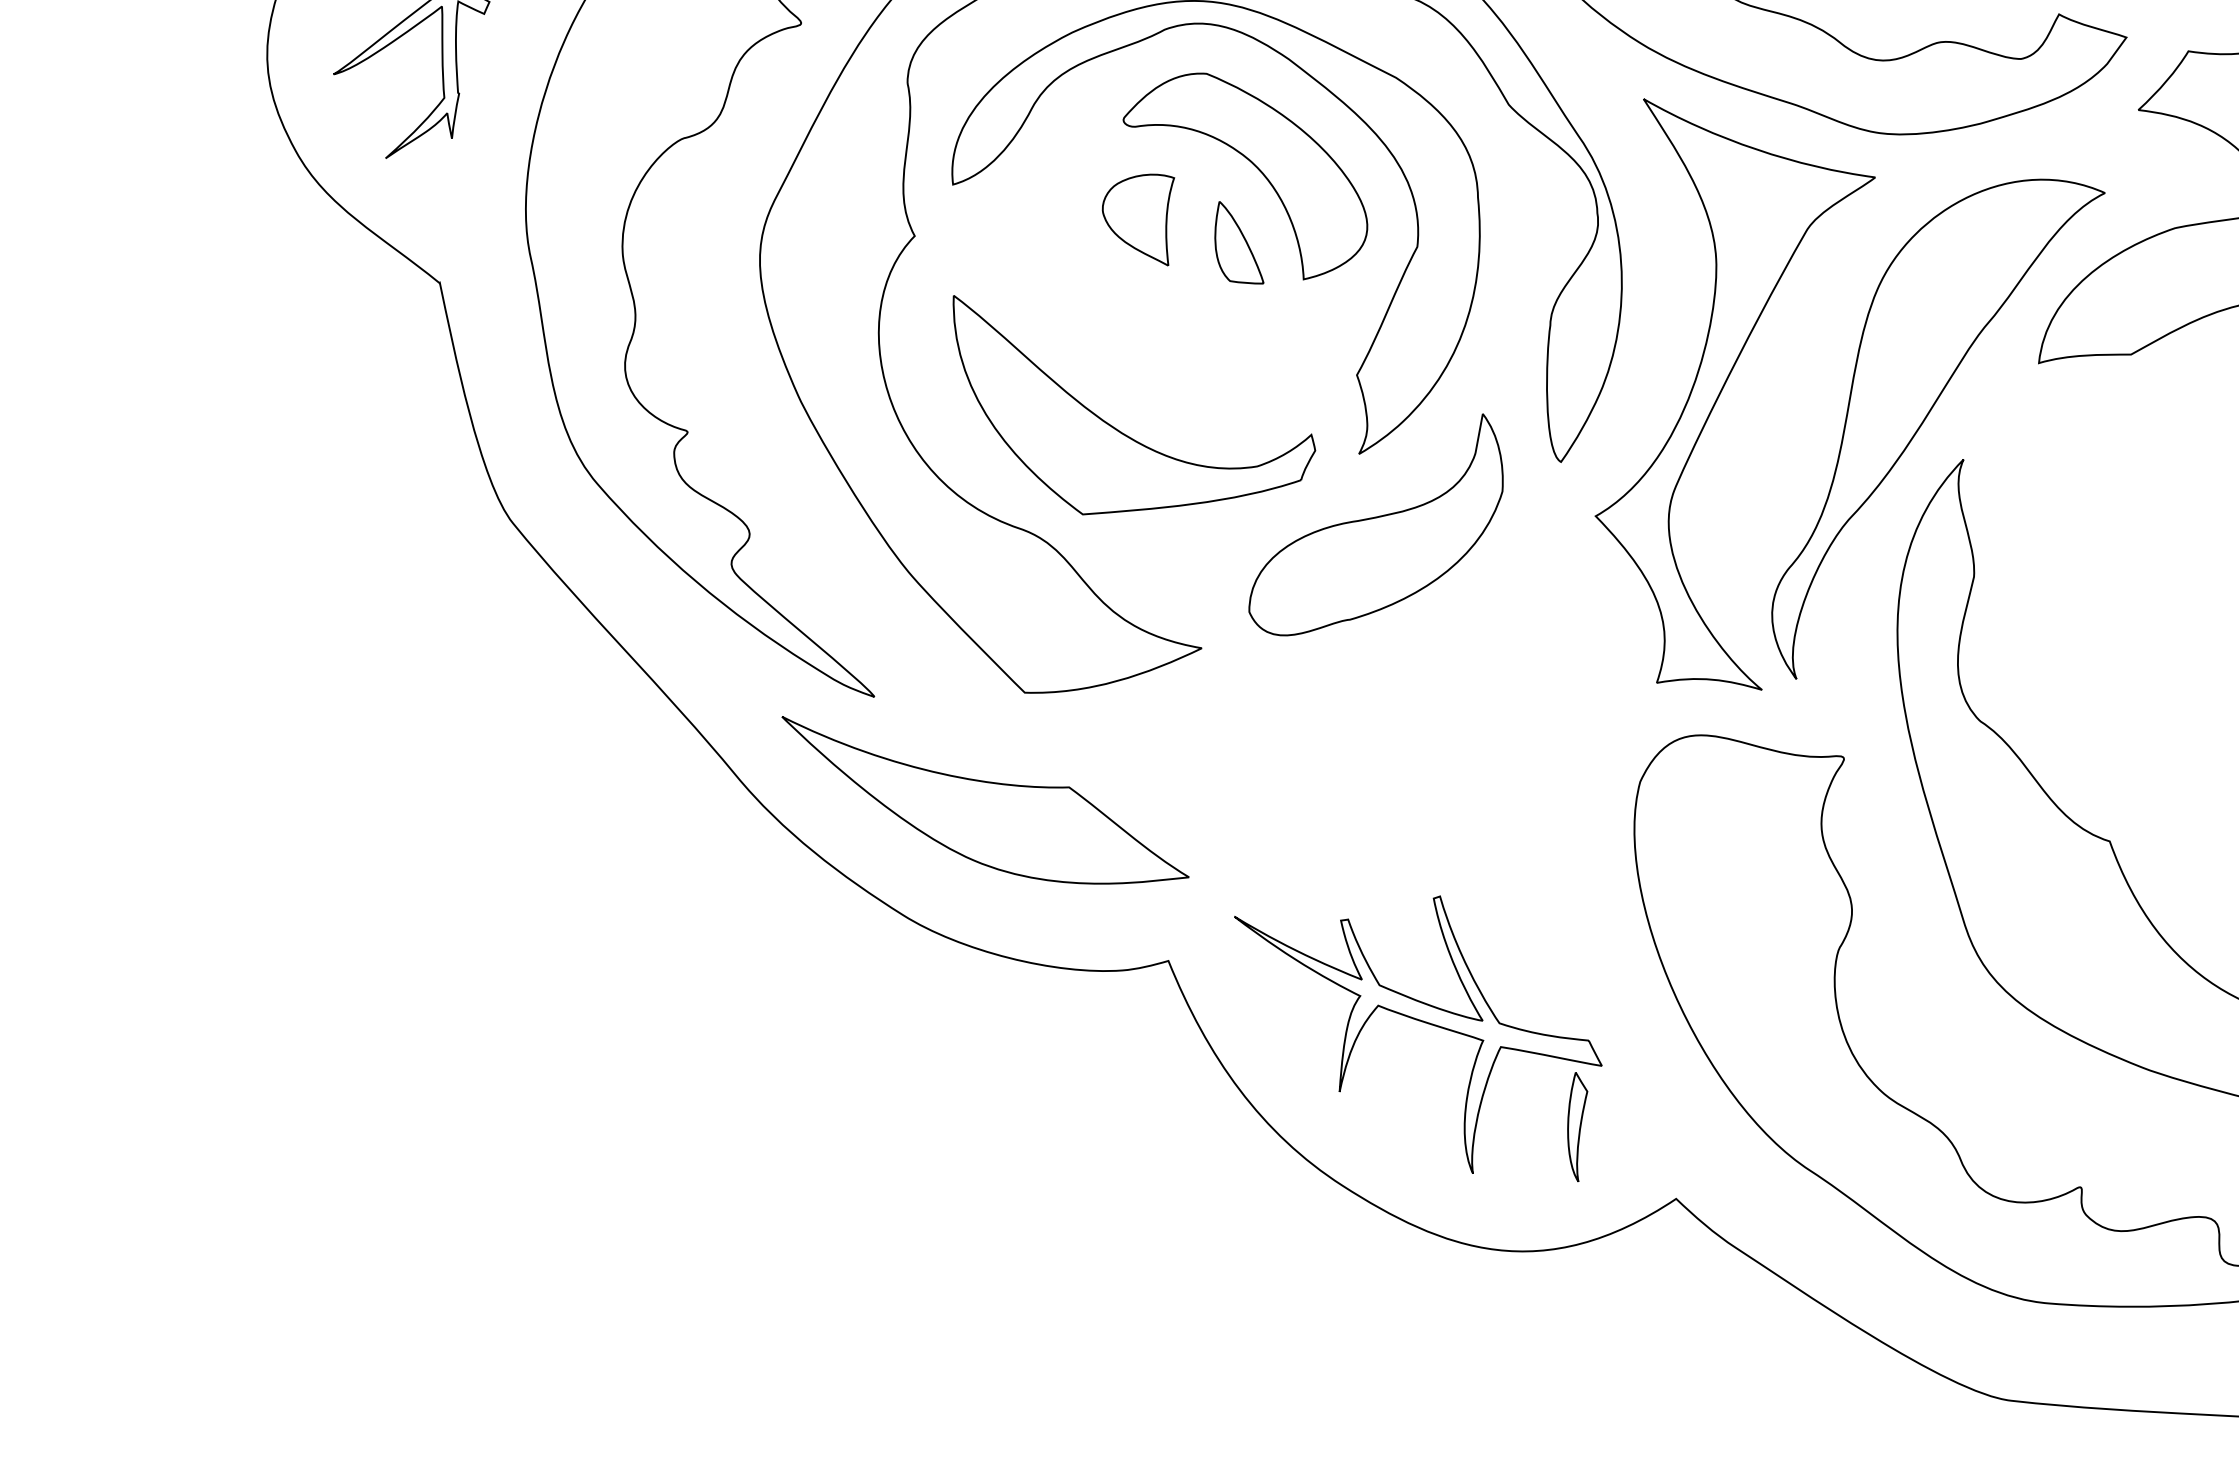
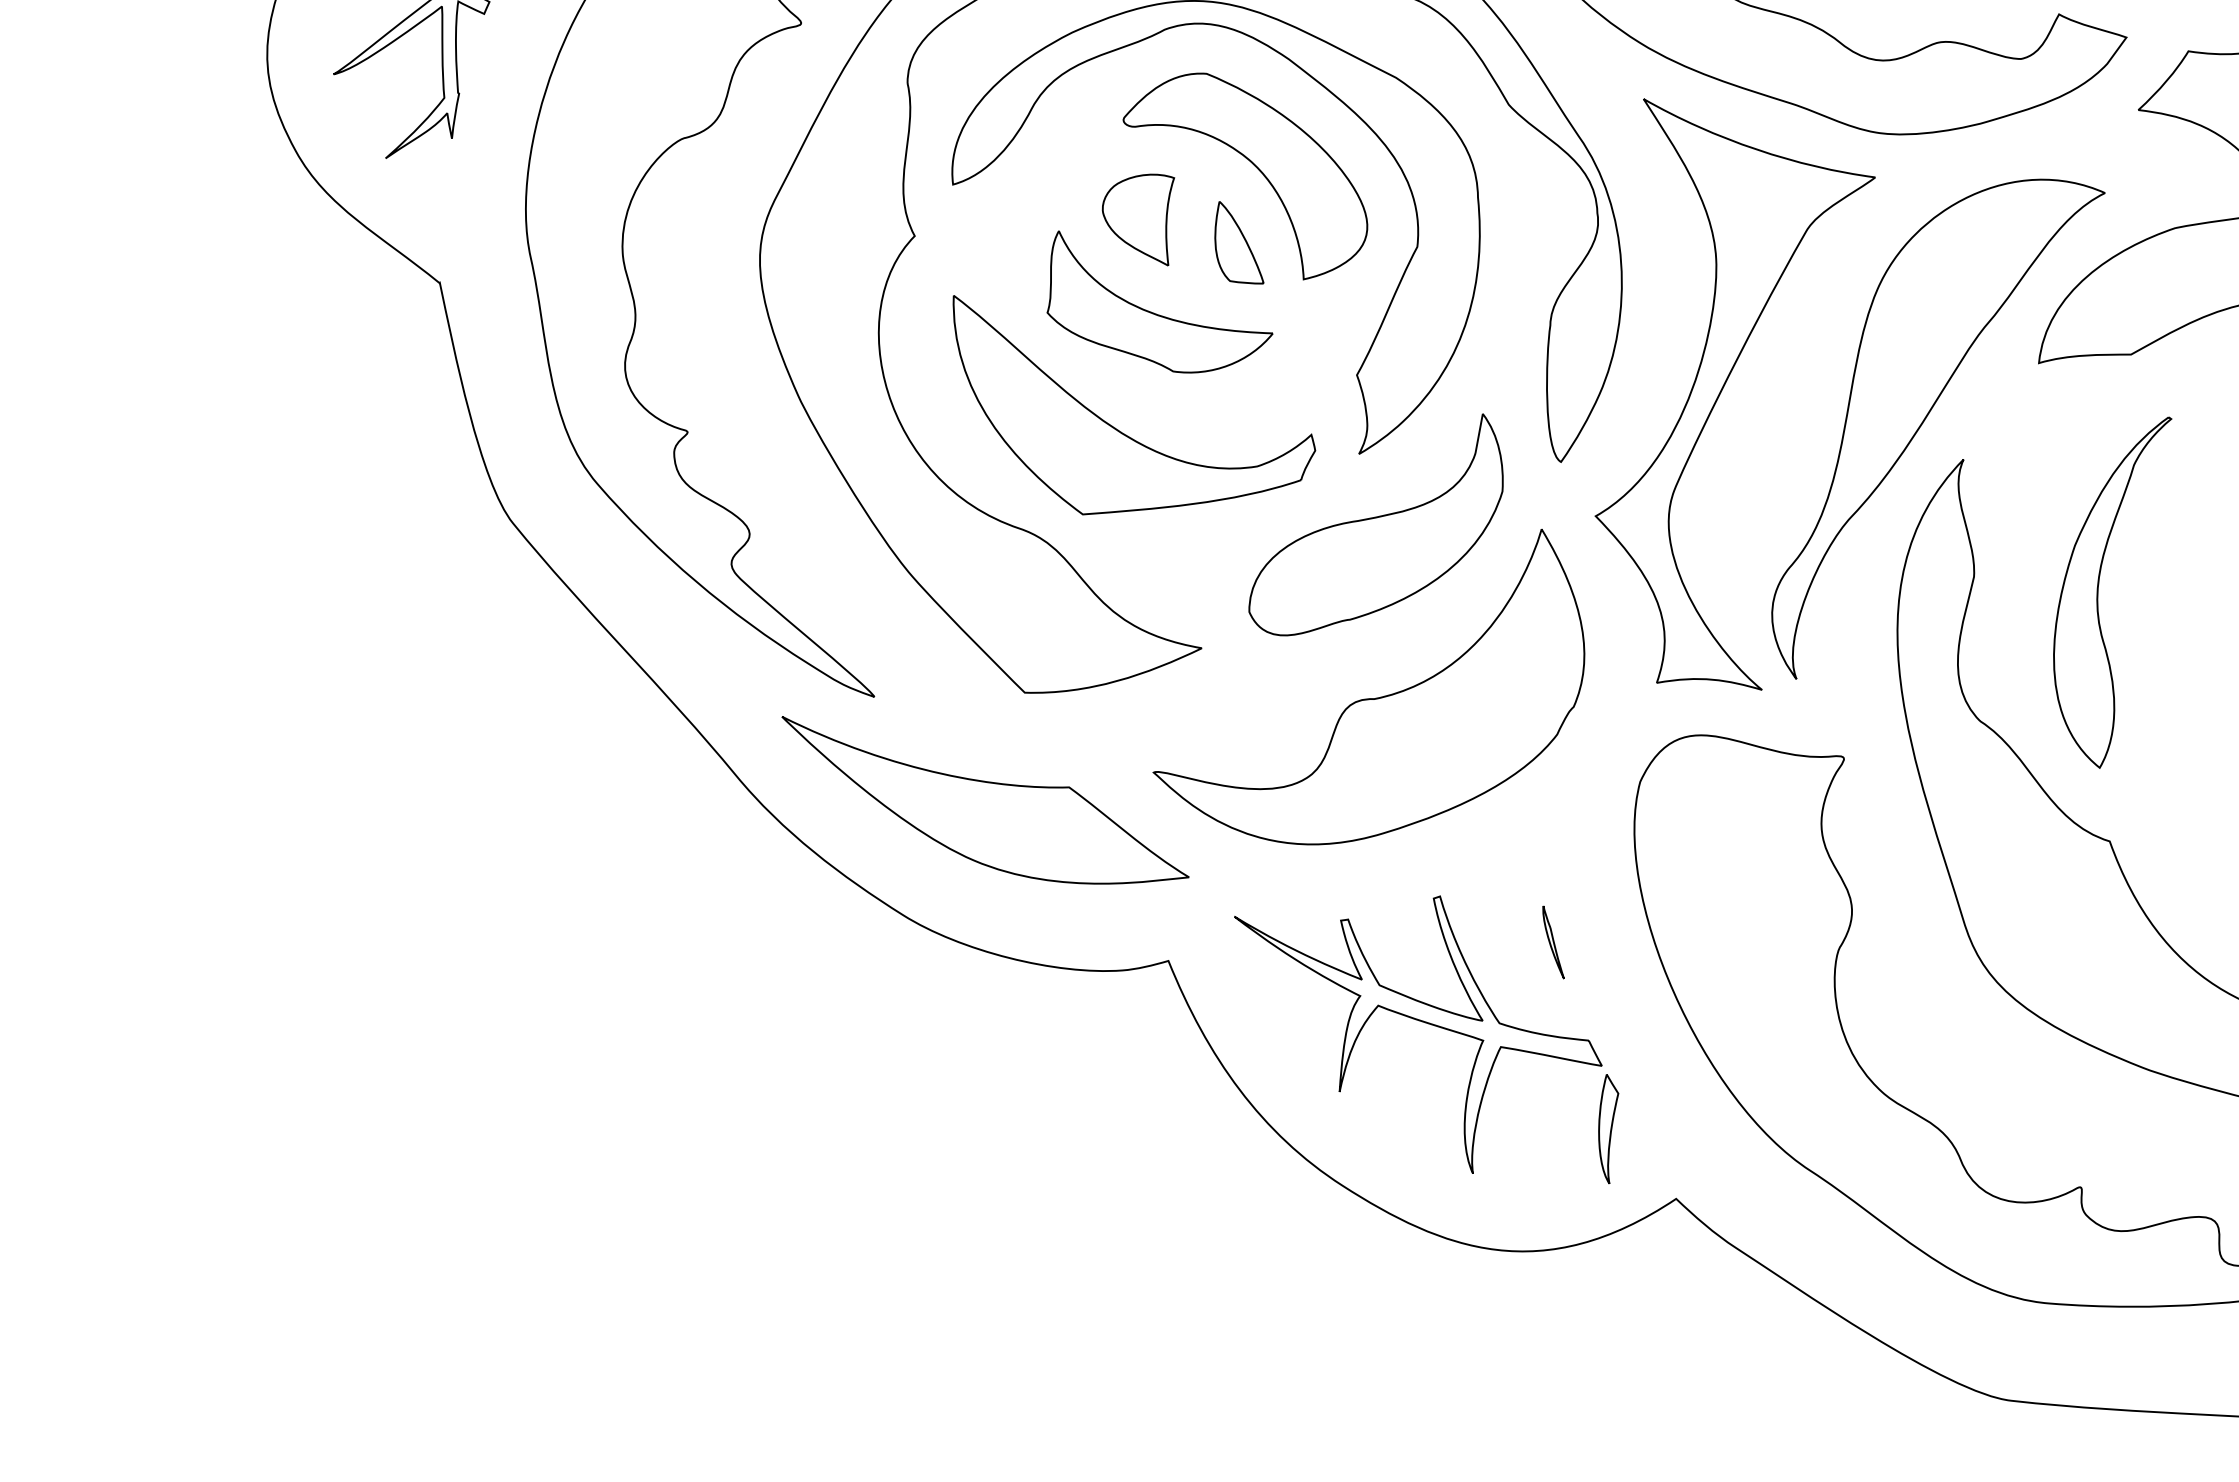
part at (1156, 313): none -> present
part at (2098, 592): none -> present
part at (1368, 698): none -> present
part at (1553, 942): none -> present
part at (1577, 1127) position: (1577, 1127) -> (1608, 1129)
